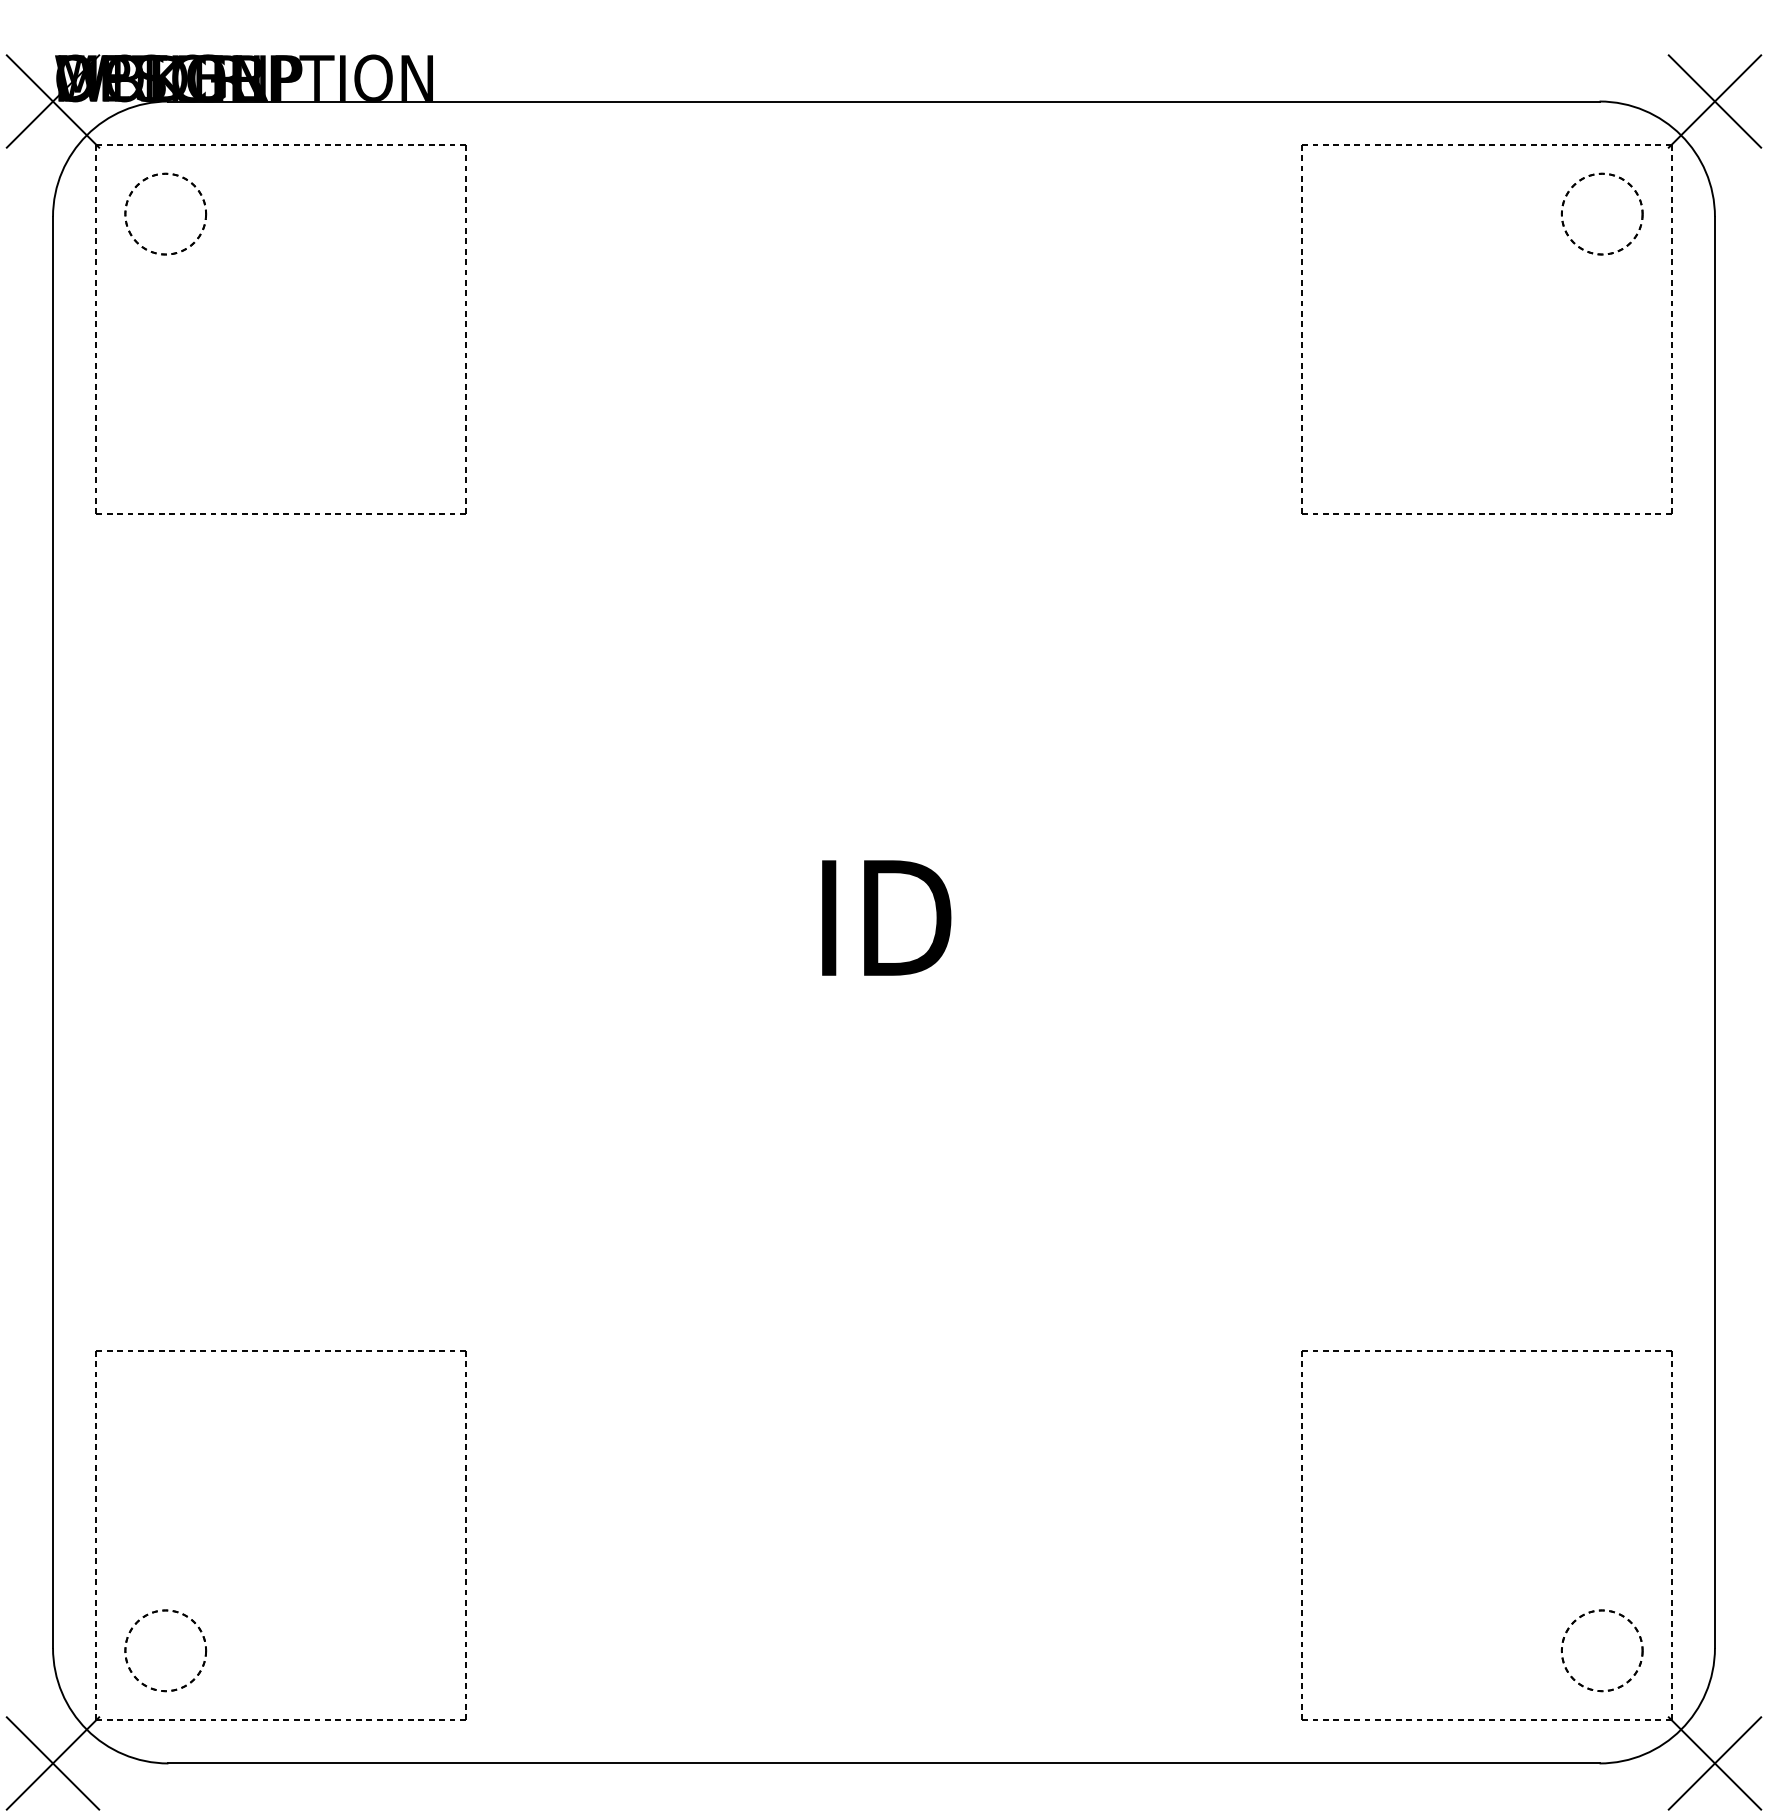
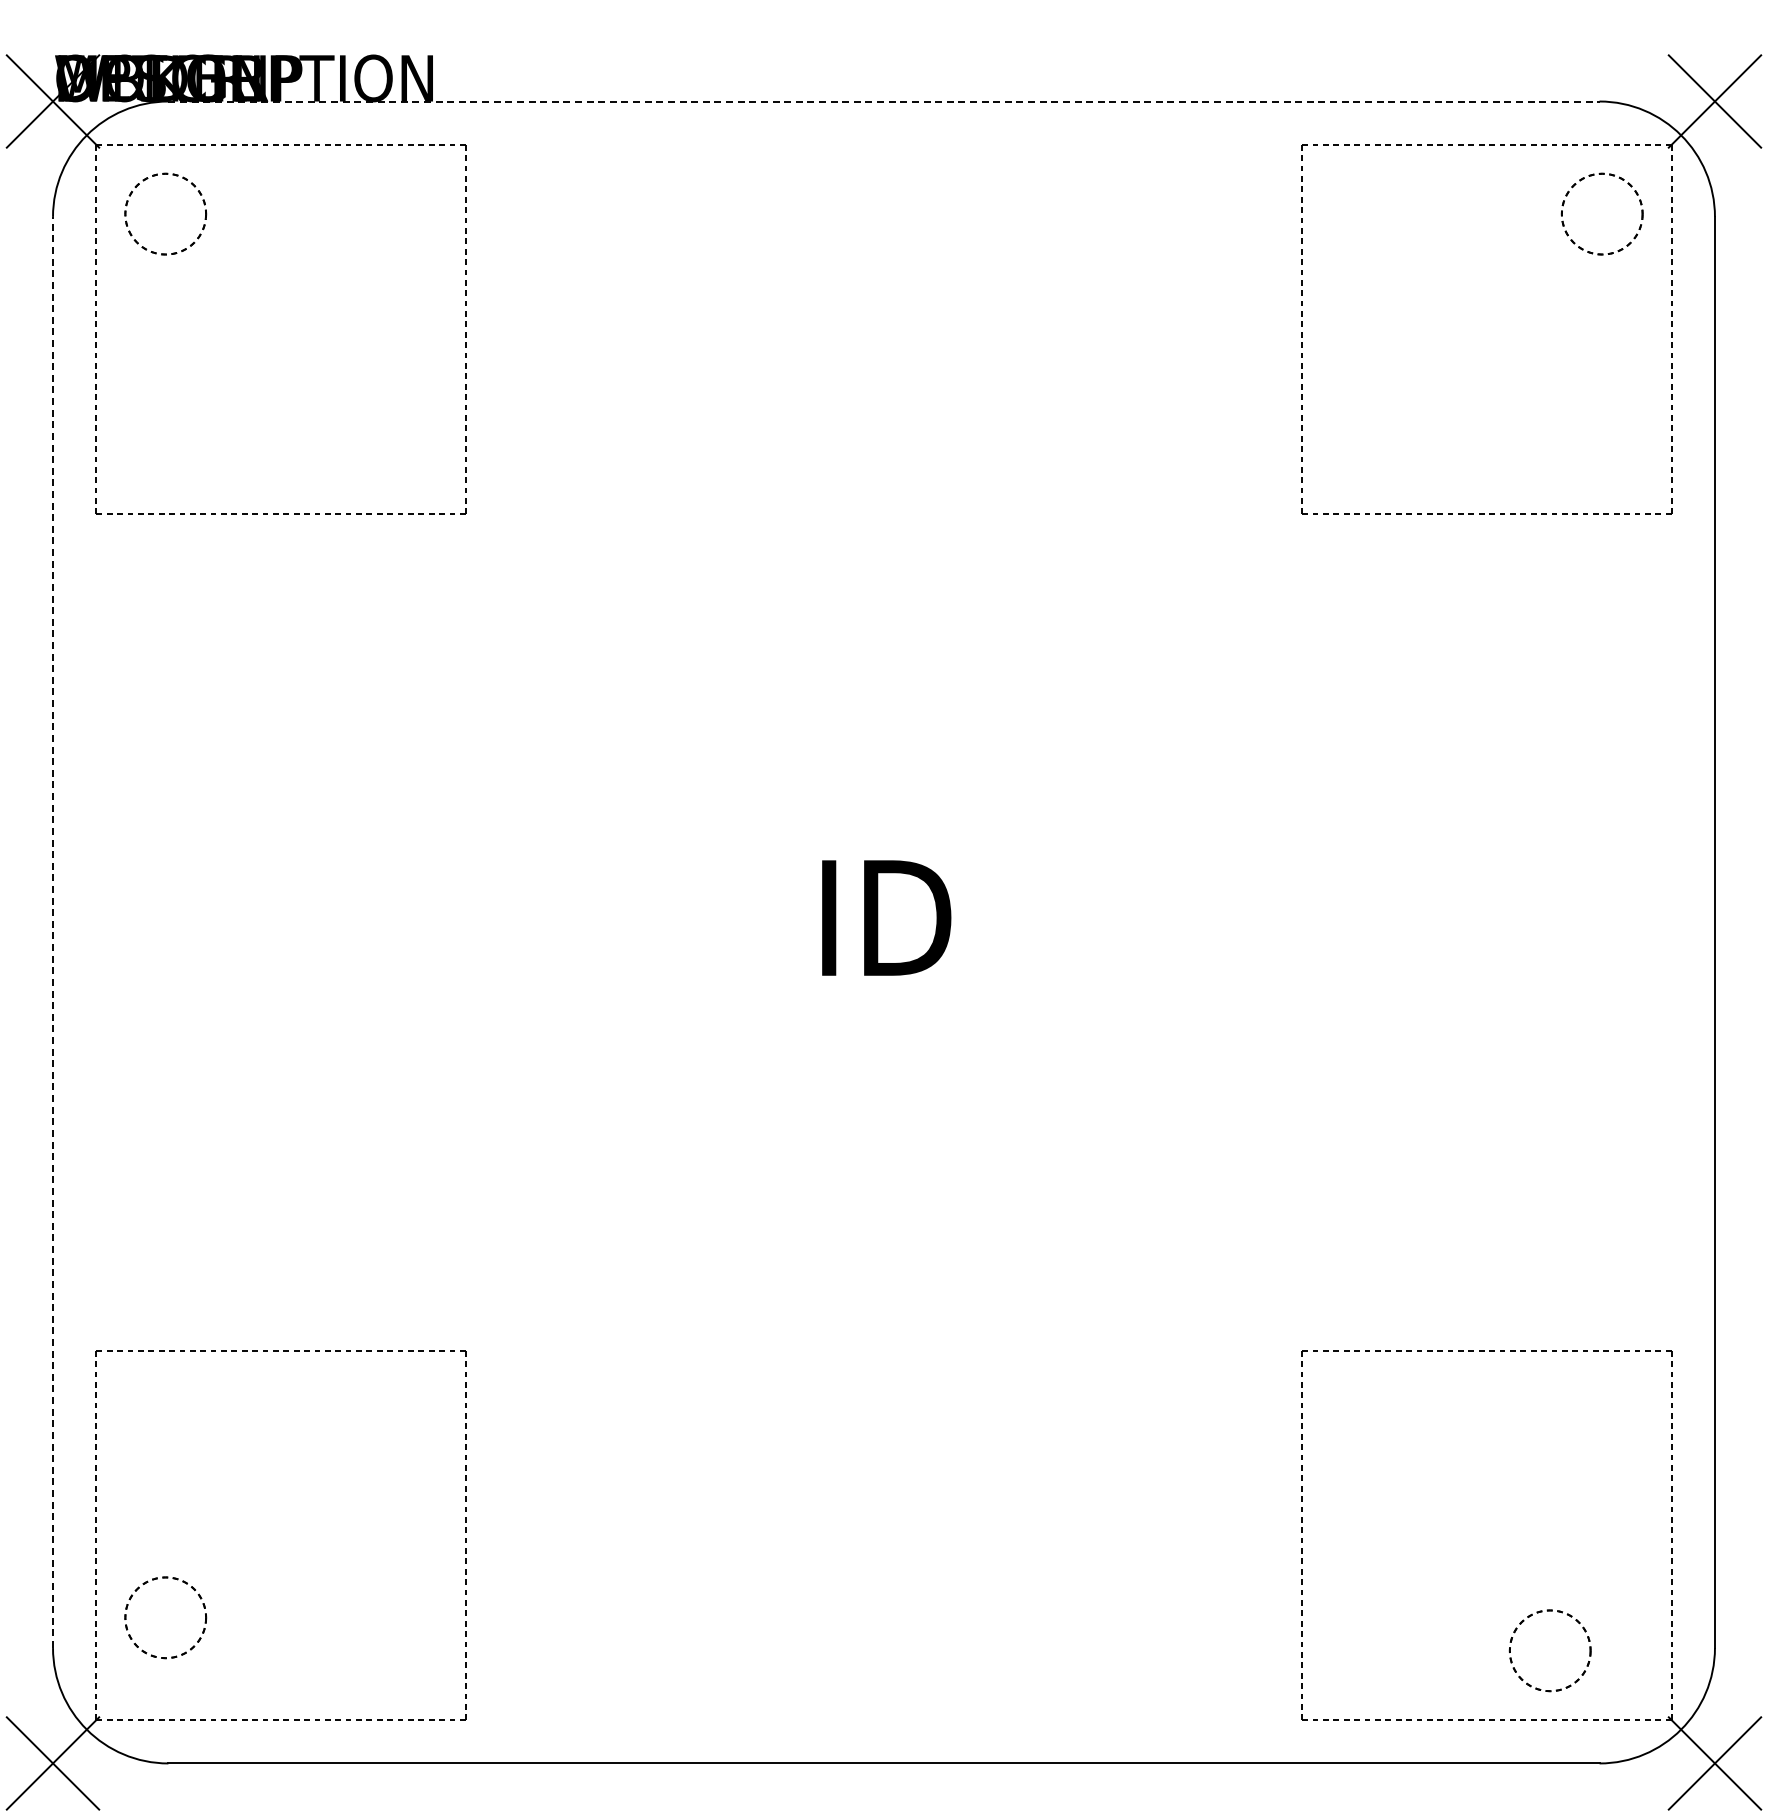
line at (884, 101): solid -> dashed
line at (53, 932): solid -> dashed
part at (145, 1617) position: (145, 1617) -> (145, 1584)
part at (1575, 1622) position: (1575, 1622) -> (1523, 1622)
